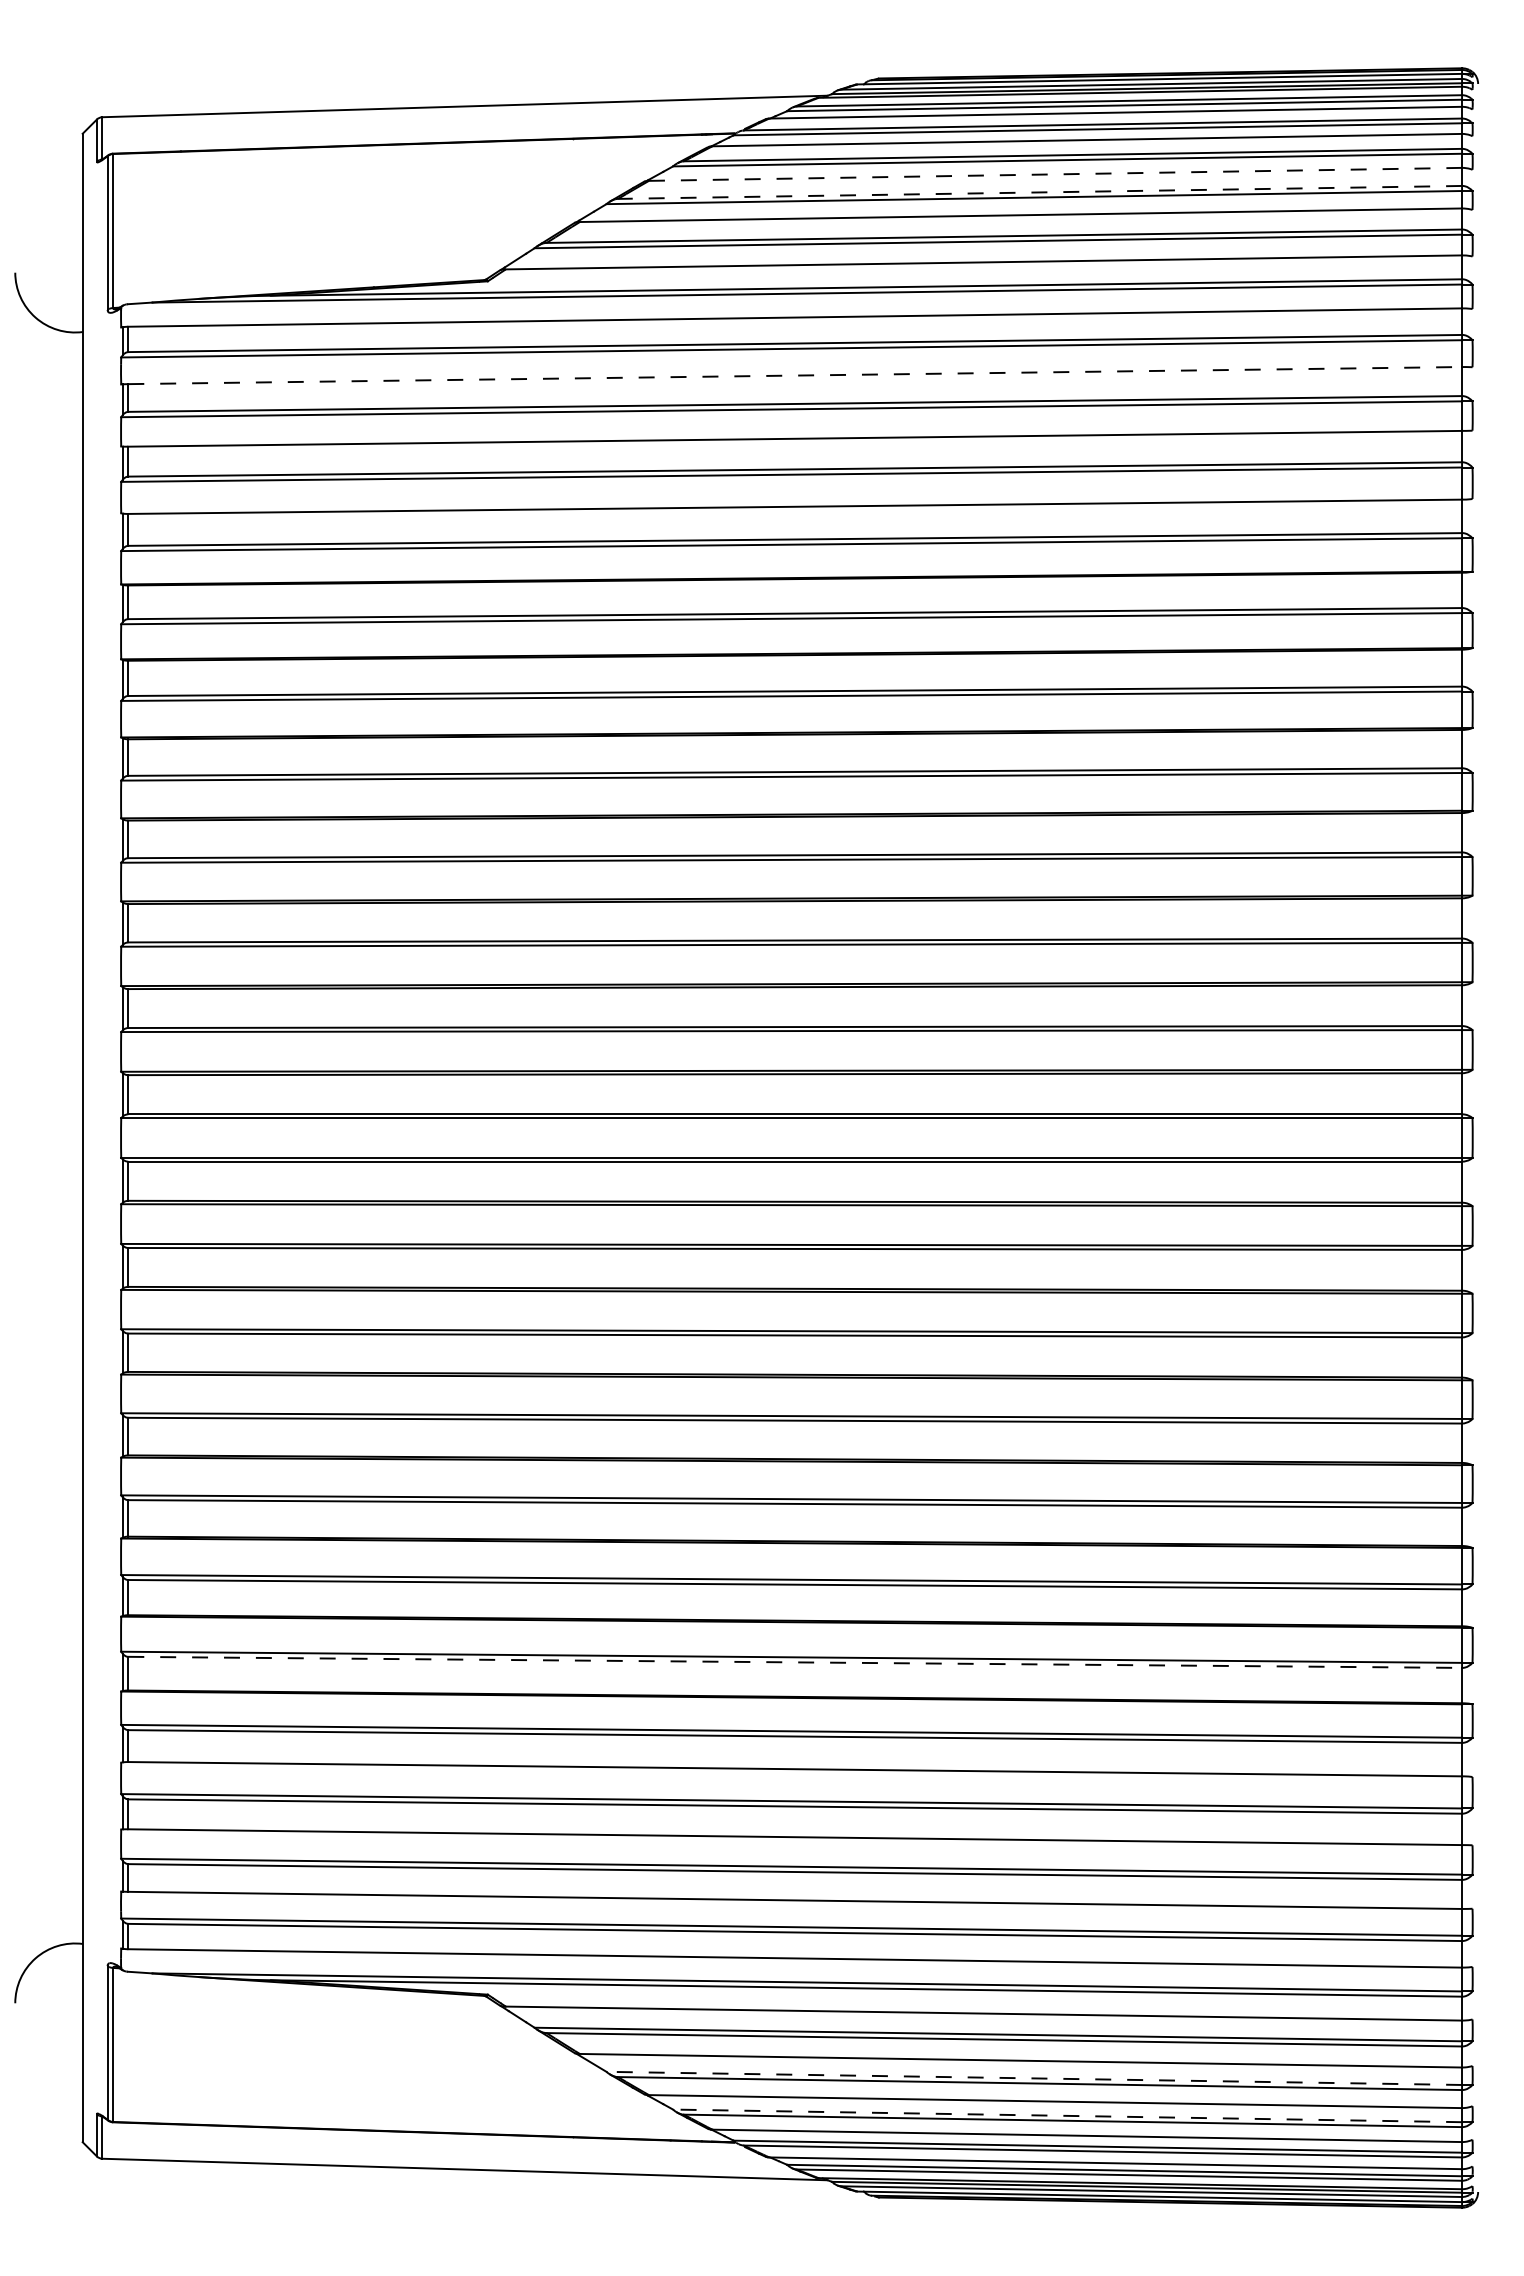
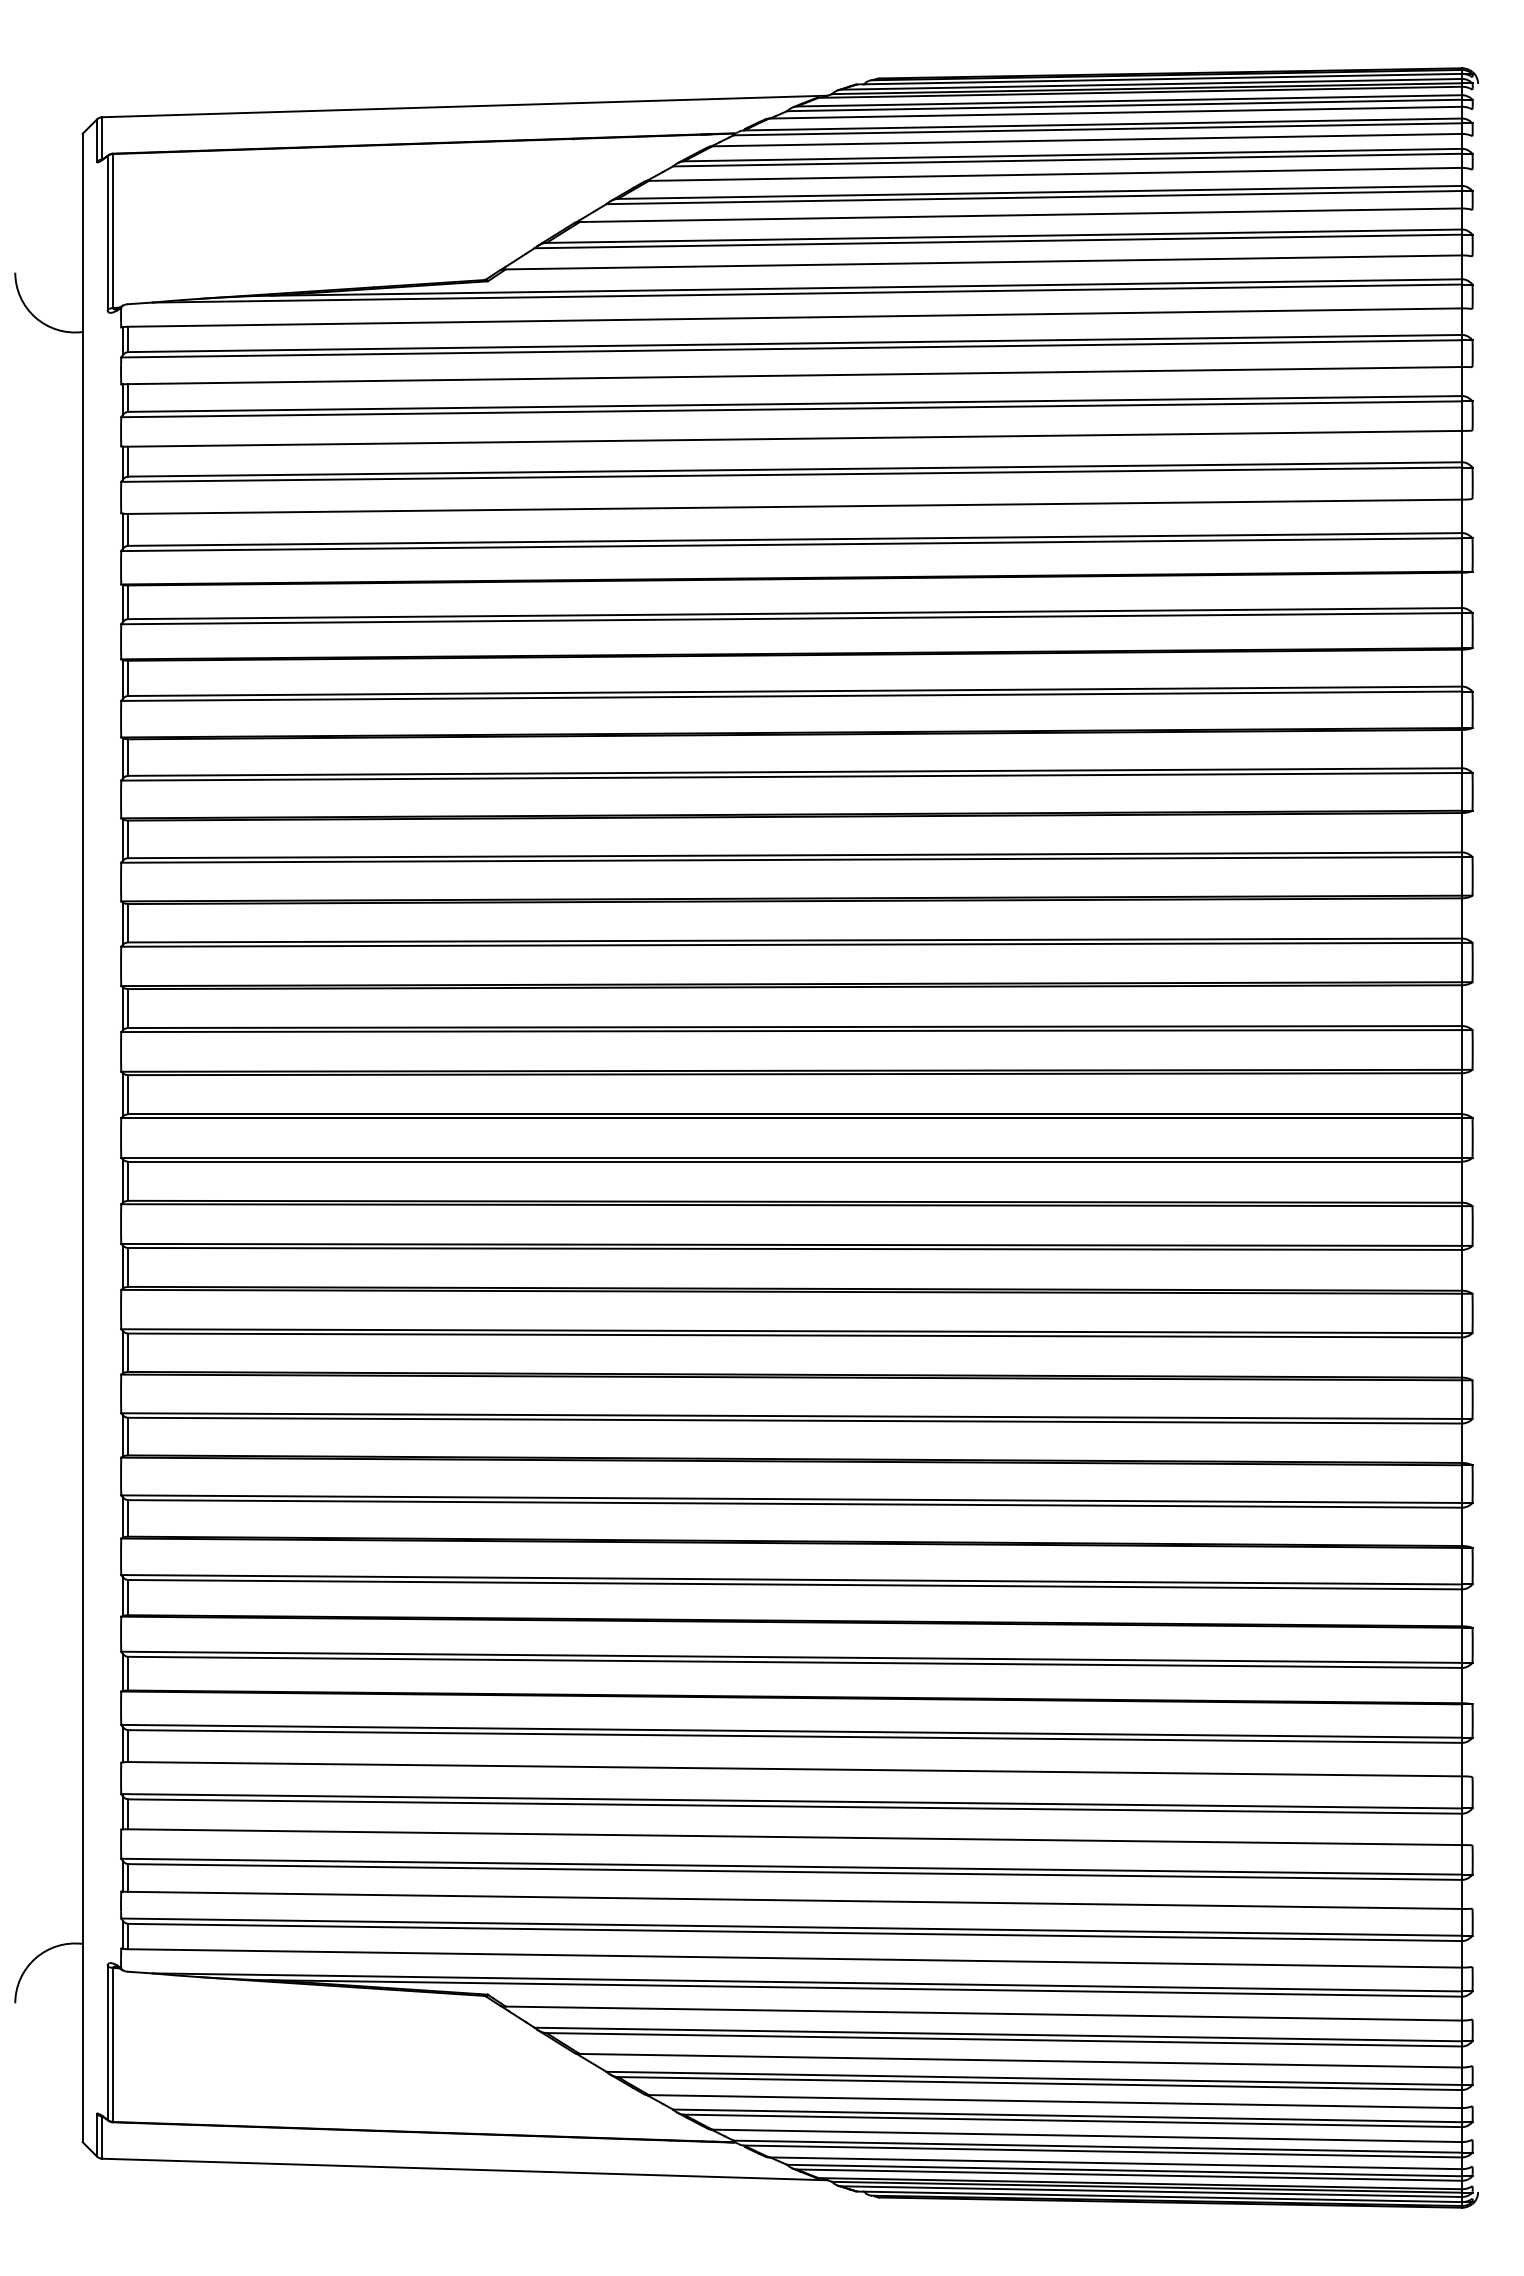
line at (1055, 174): dashed -> solid
line at (1039, 192): dashed -> solid
line at (795, 375): dashed -> solid
line at (795, 1662): dashed -> solid
line at (1034, 2078): dashed -> solid
line at (1067, 2115): dashed -> solid
